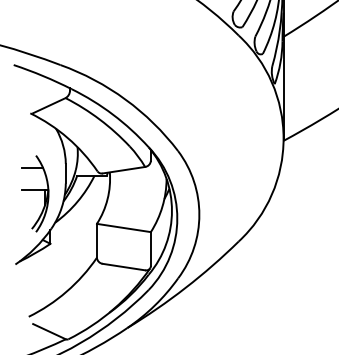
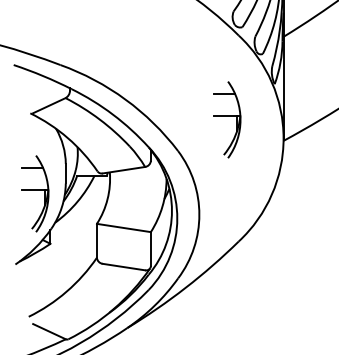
part at (227, 119): none -> present
